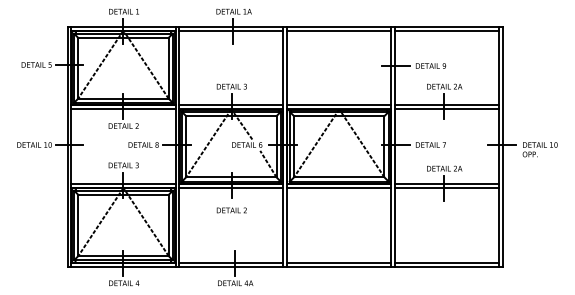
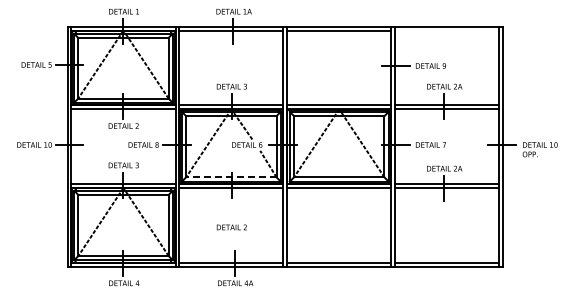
line at (447, 30): present -> none
line at (230, 177): solid -> dashed
text at (231, 210) position: (231, 210) -> (231, 227)
